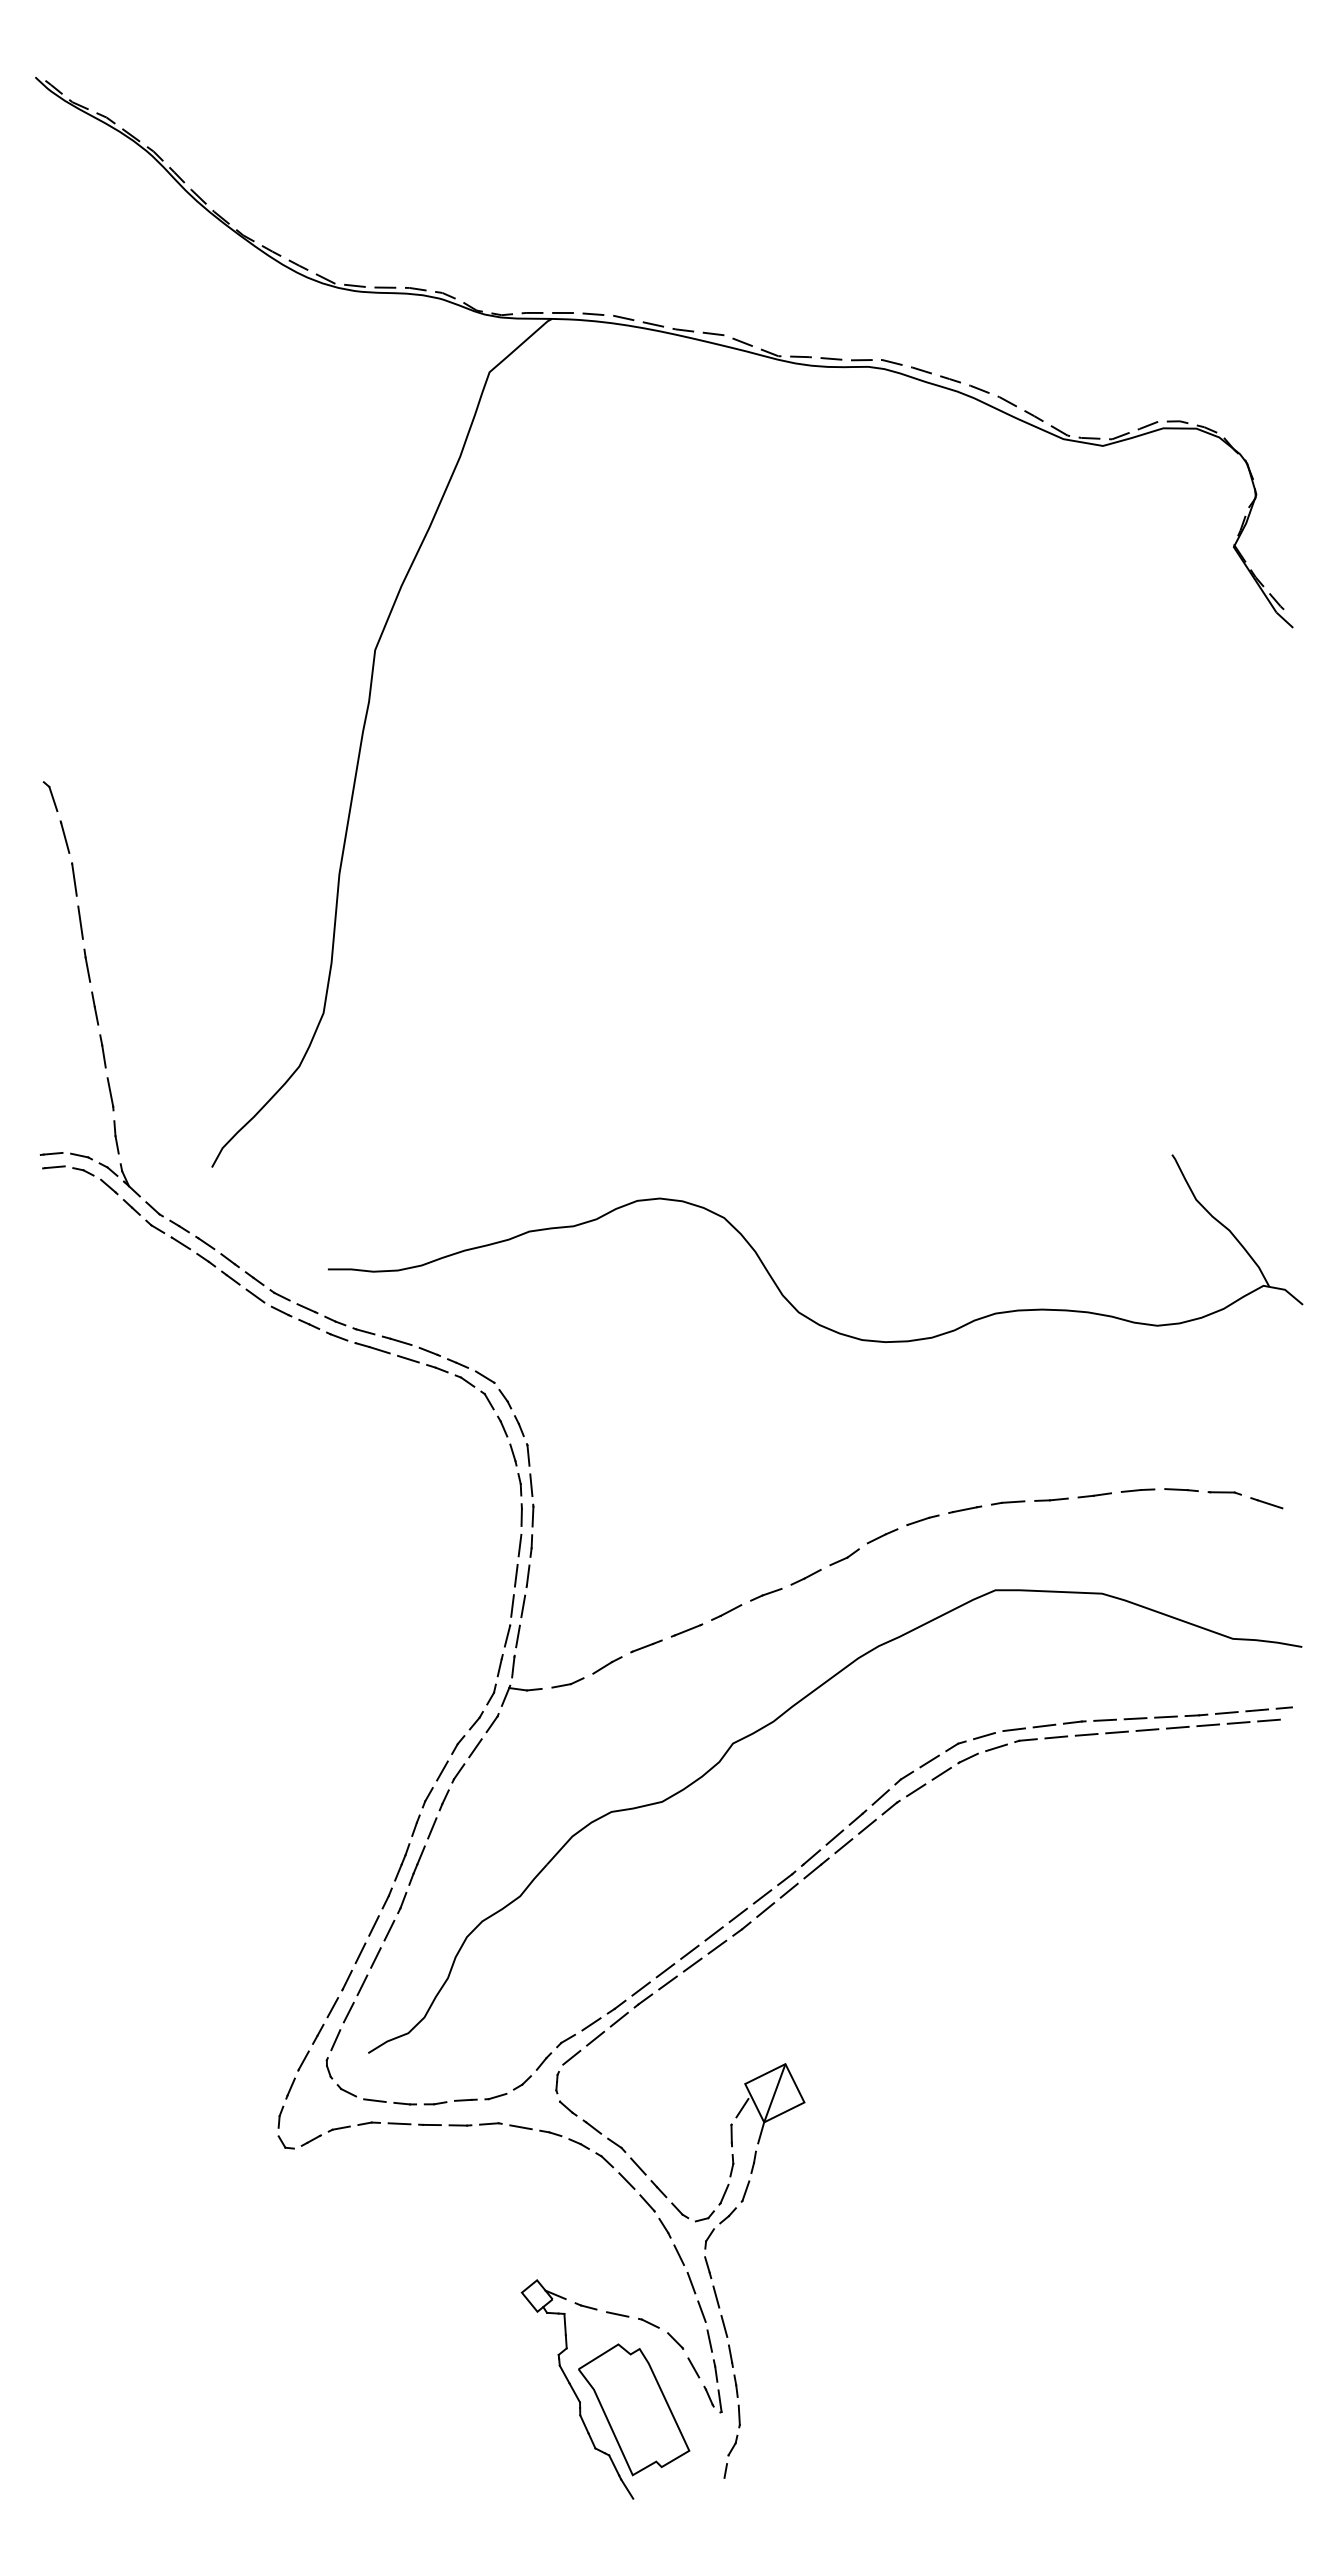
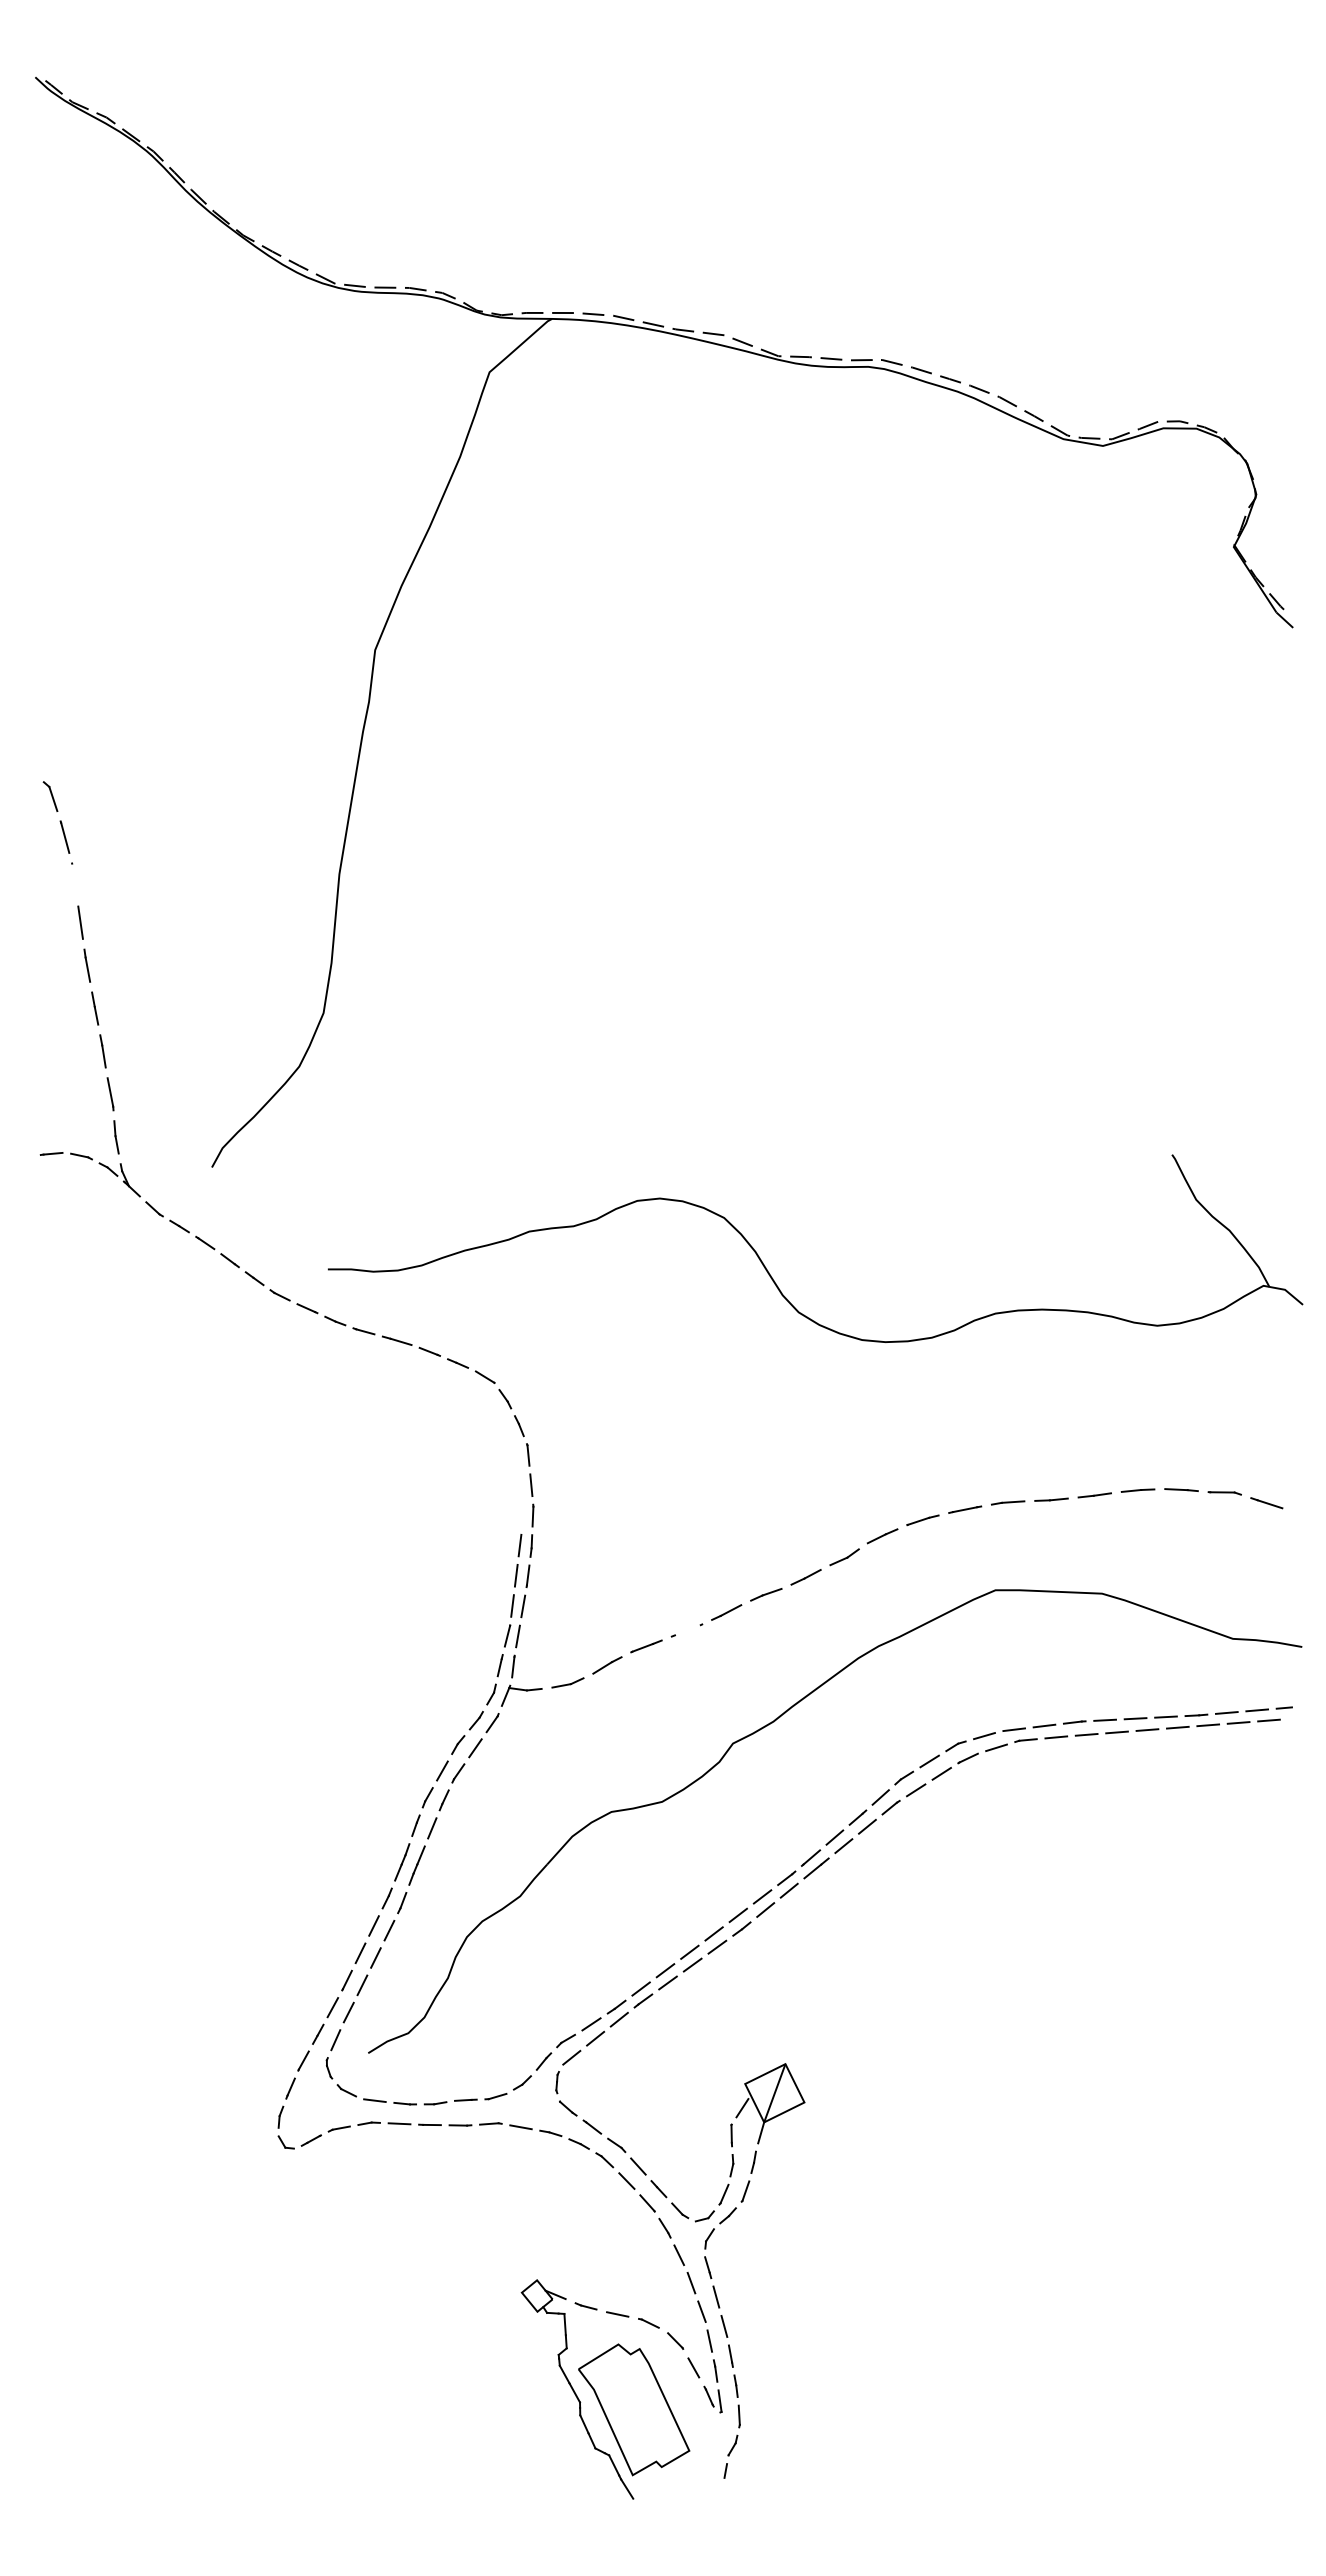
line at (74, 879): present -> none
part at (291, 1317): present -> none
line at (687, 1630): present -> none
